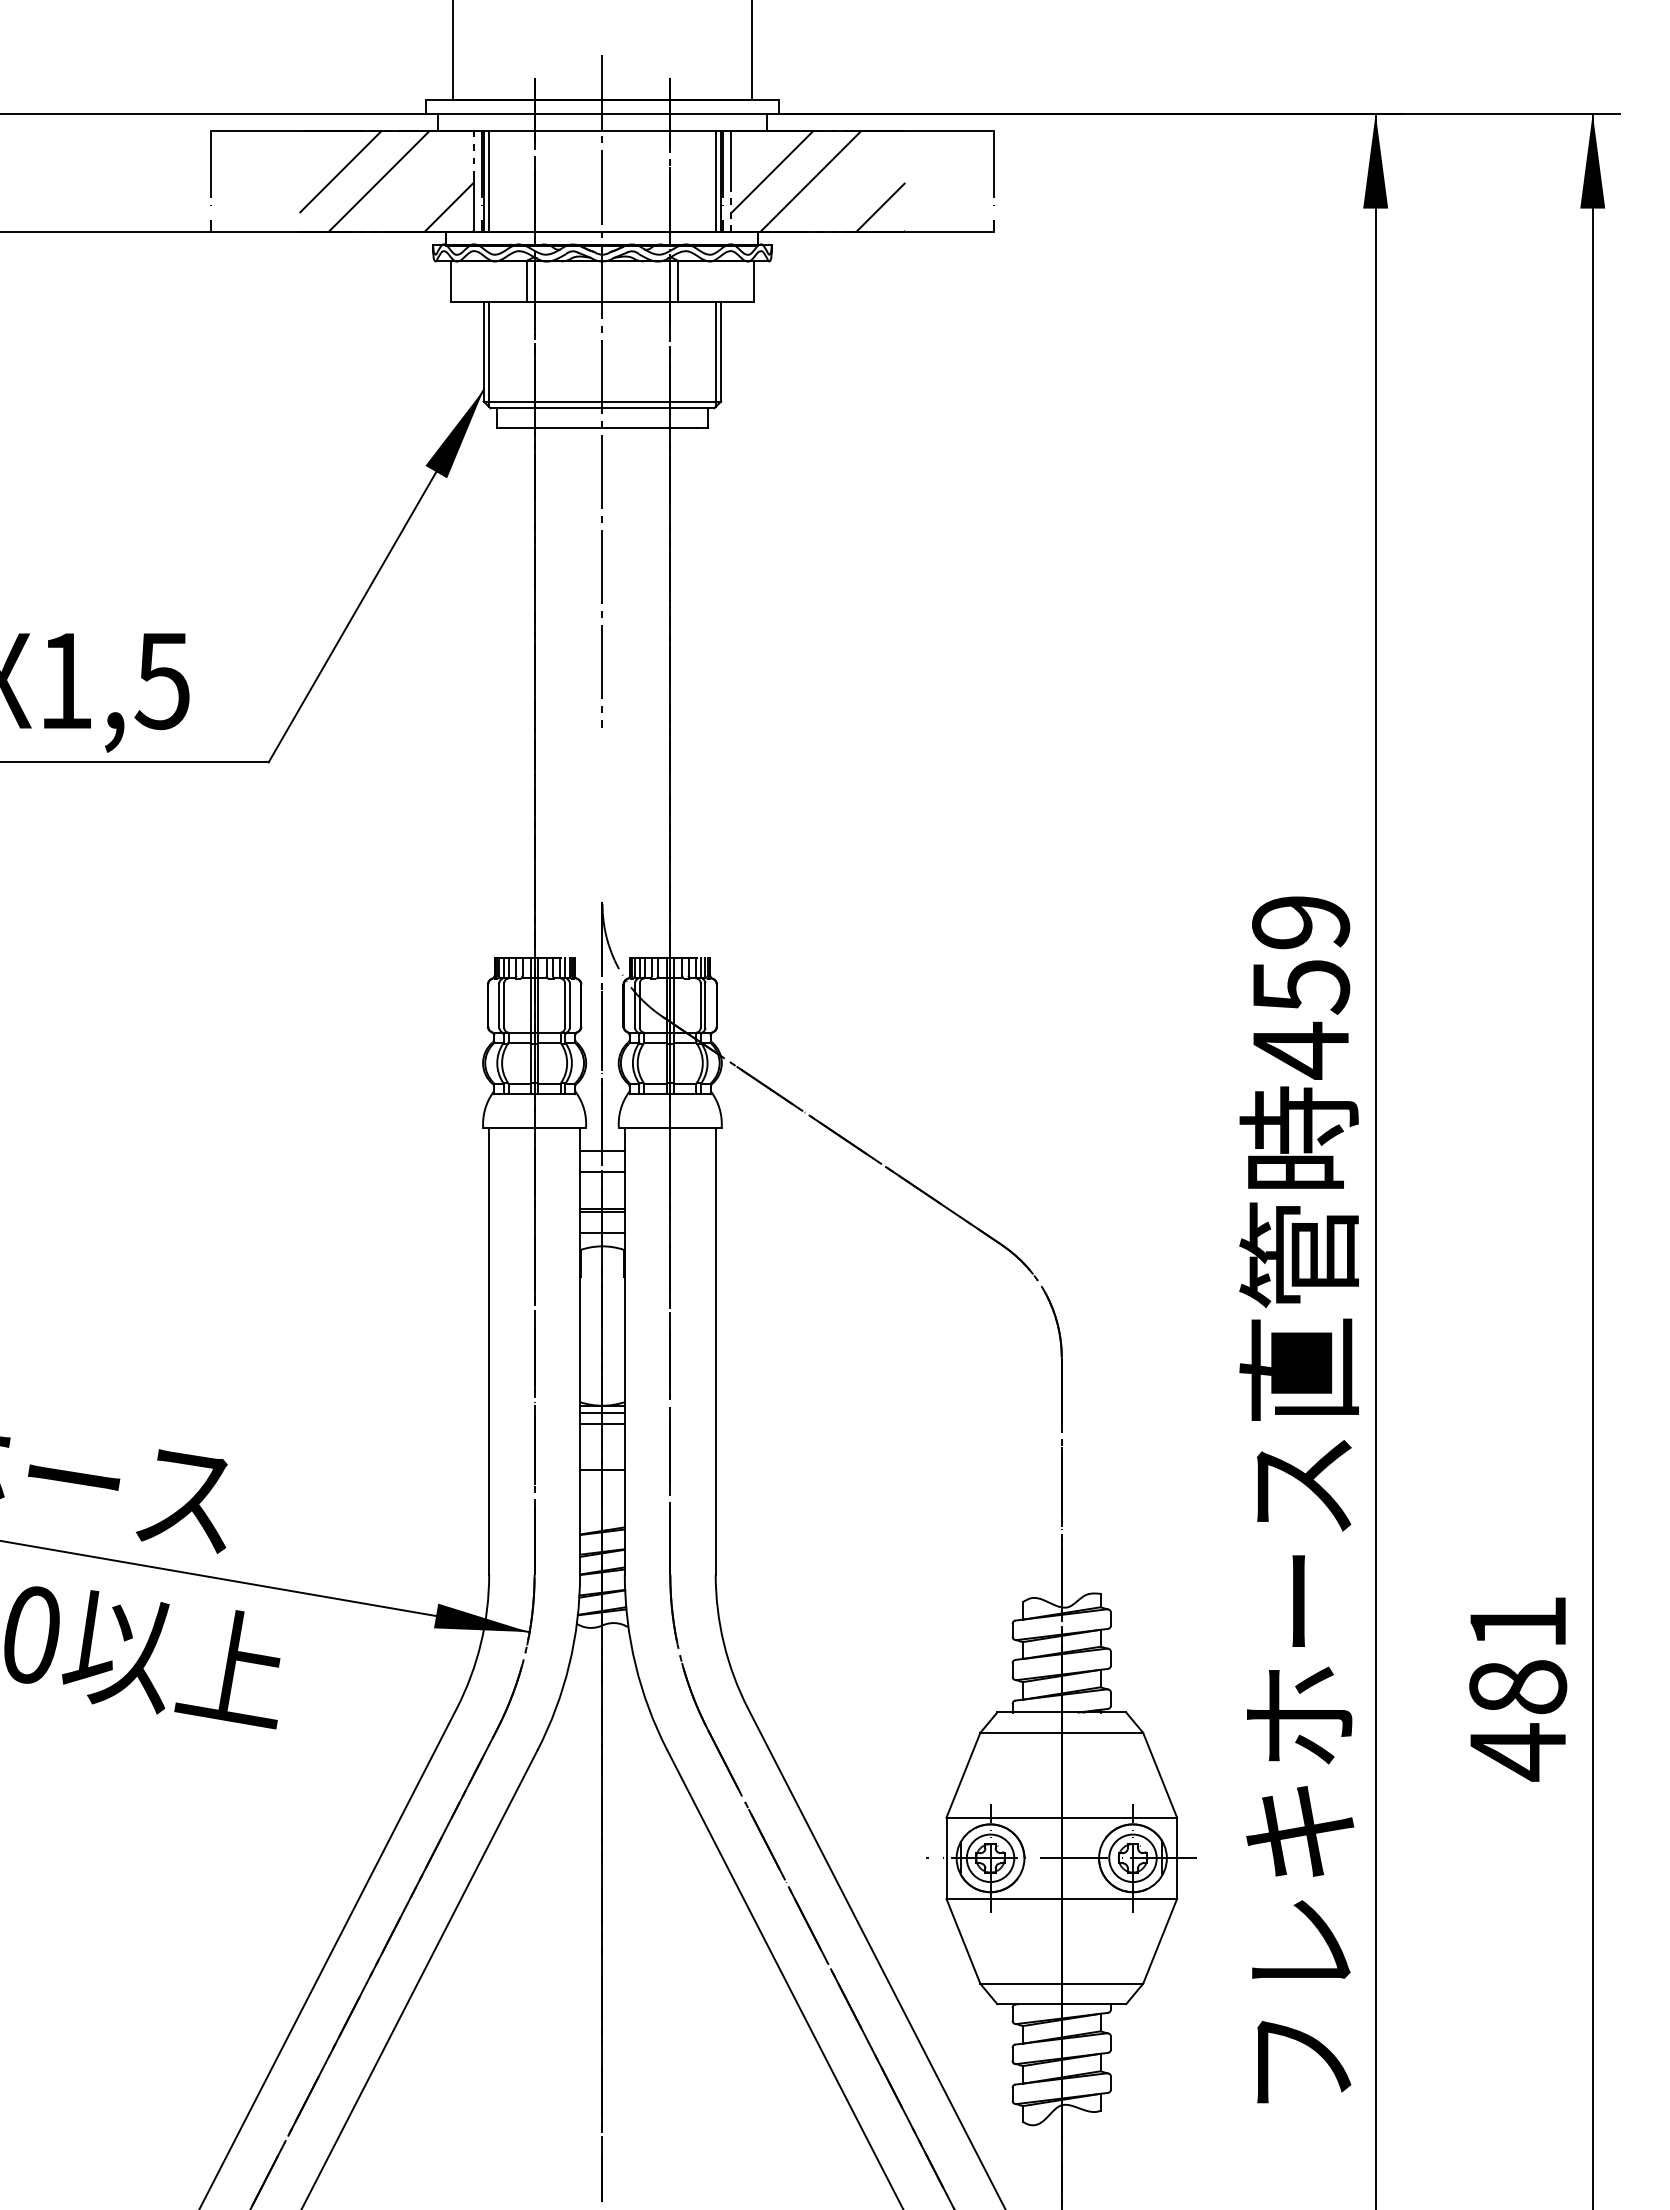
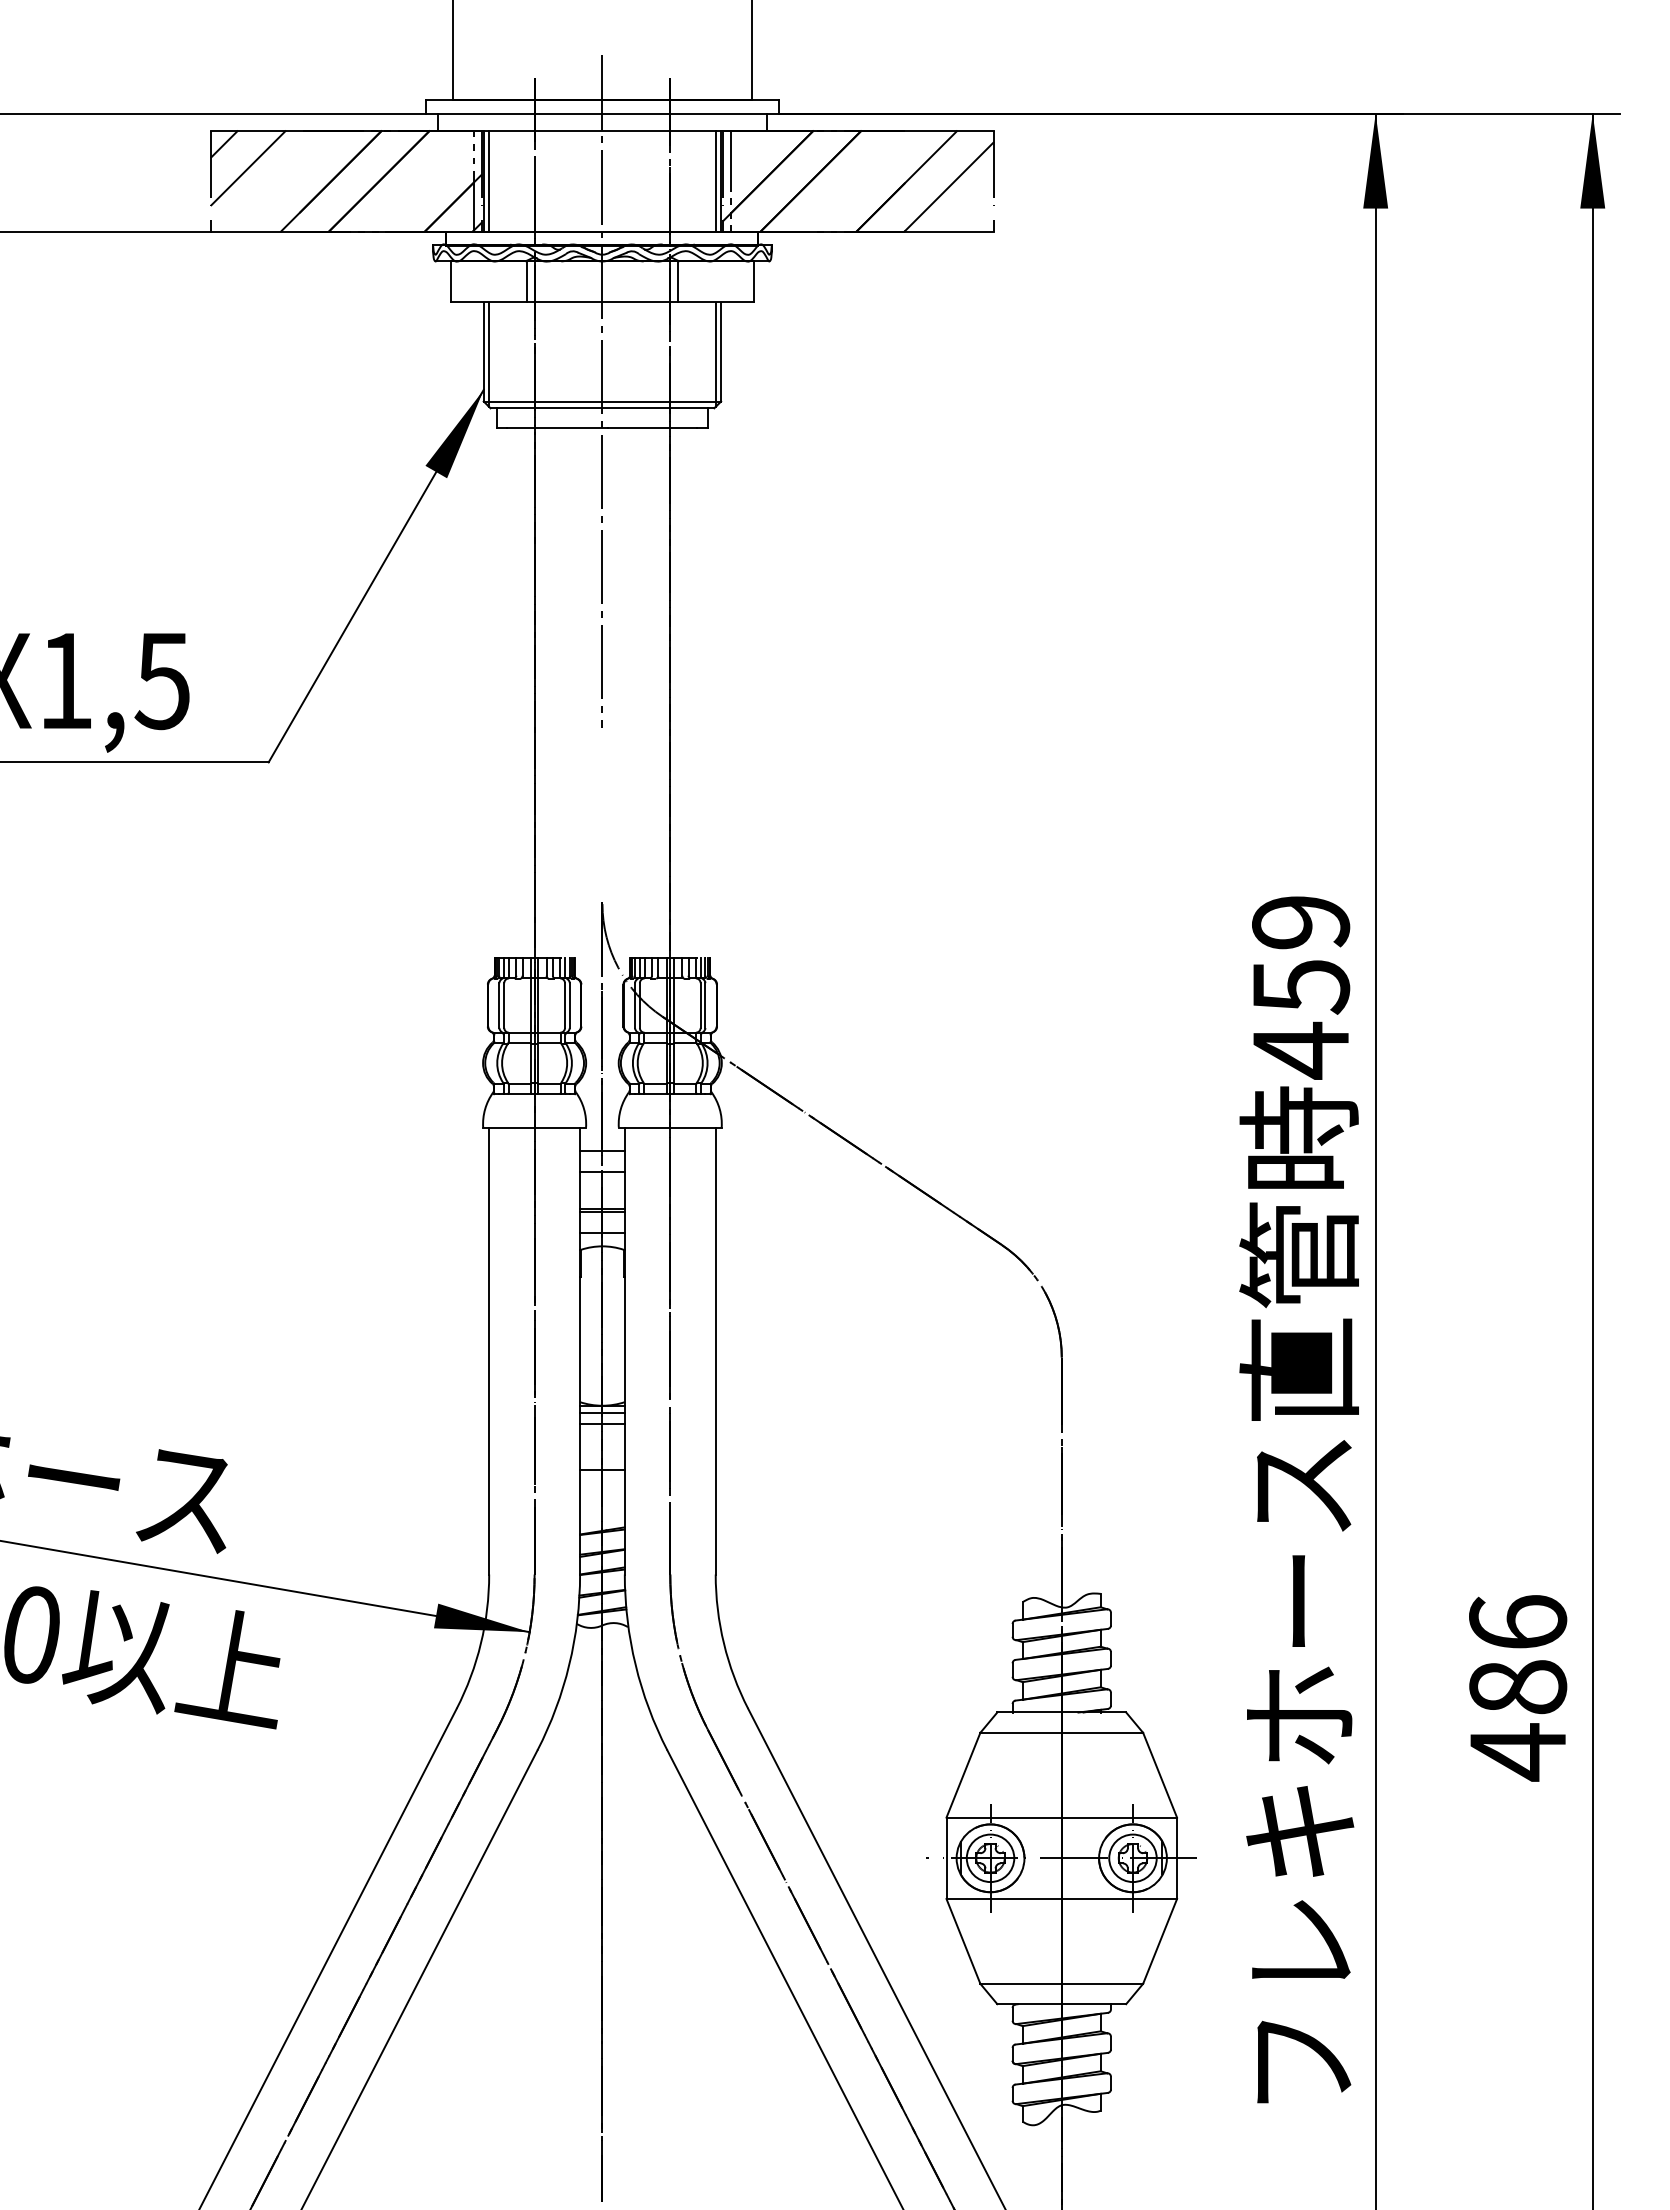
hatch at (346, 181): none -> present
hatch at (858, 181): none -> present
text at (1518, 1621): 481 -> 486
